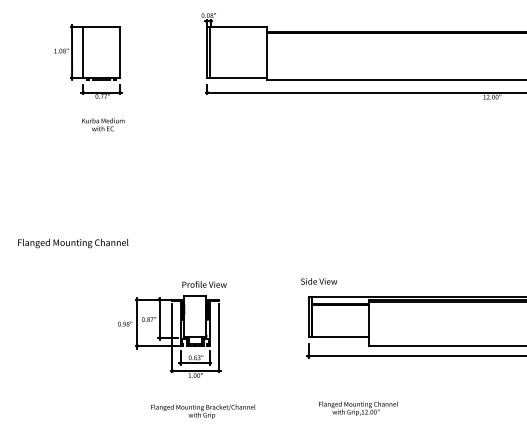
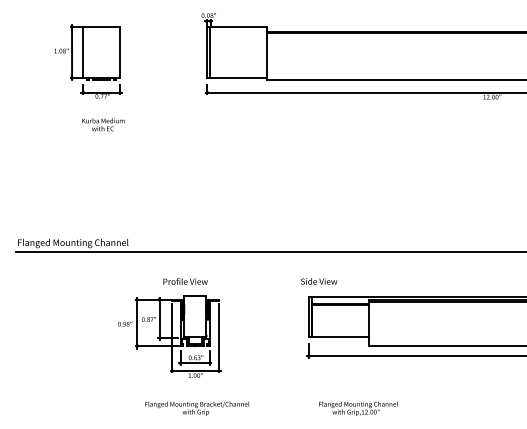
line at (269, 251): none -> present
text at (204, 284) position: (204, 284) -> (185, 281)
text at (203, 411) position: (203, 411) -> (197, 408)
